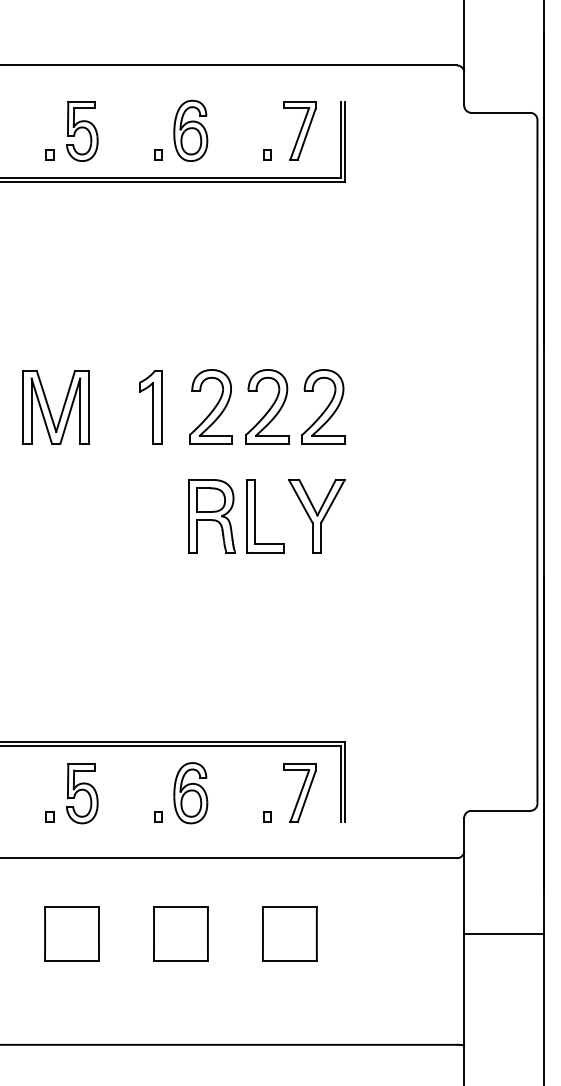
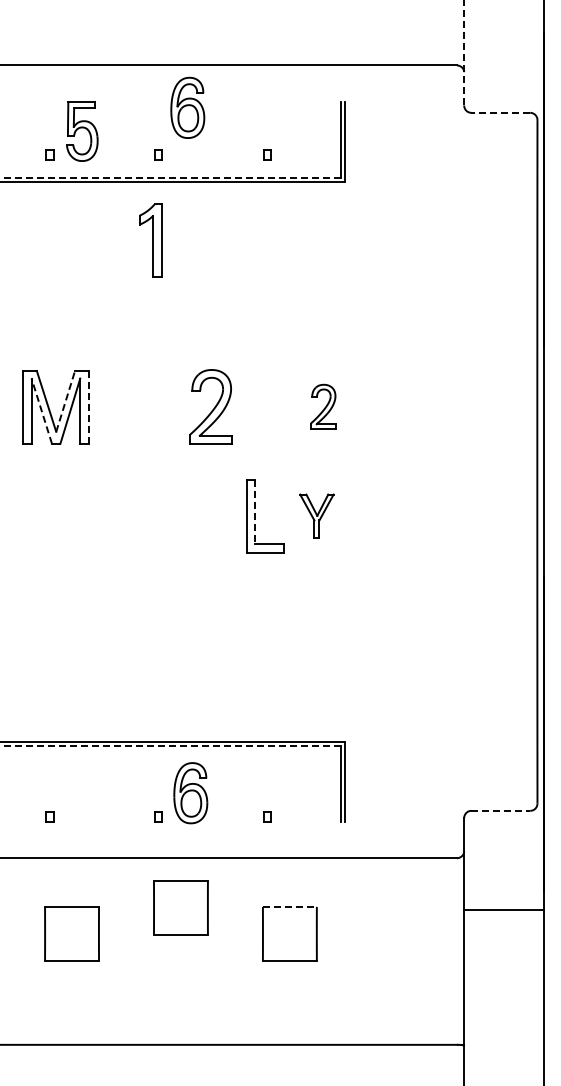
line at (464, 52): solid -> dashed
line at (500, 112): solid -> dashed
part at (190, 130) position: (190, 130) -> (187, 107)
part at (299, 130): present -> none
line at (170, 177): solid -> dashed
line at (65, 401): solid -> dashed
part at (267, 406): present -> none
part at (323, 406) size: 45x76 px -> 27x47 px
line at (88, 407): solid -> dashed
part at (150, 407) position: (150, 407) -> (150, 240)
line at (41, 410): solid -> dashed
line at (255, 512): solid -> dashed
part at (211, 516): present -> none
part at (316, 516) size: 58x75 px -> 36x46 px
line at (169, 746): solid -> dashed
part at (299, 792): present -> none
part at (82, 793): present -> none
line at (501, 810): solid -> dashed
line at (289, 906): solid -> dashed
part at (180, 933) position: (180, 933) -> (180, 907)
line at (504, 933) position: (504, 933) -> (504, 909)
